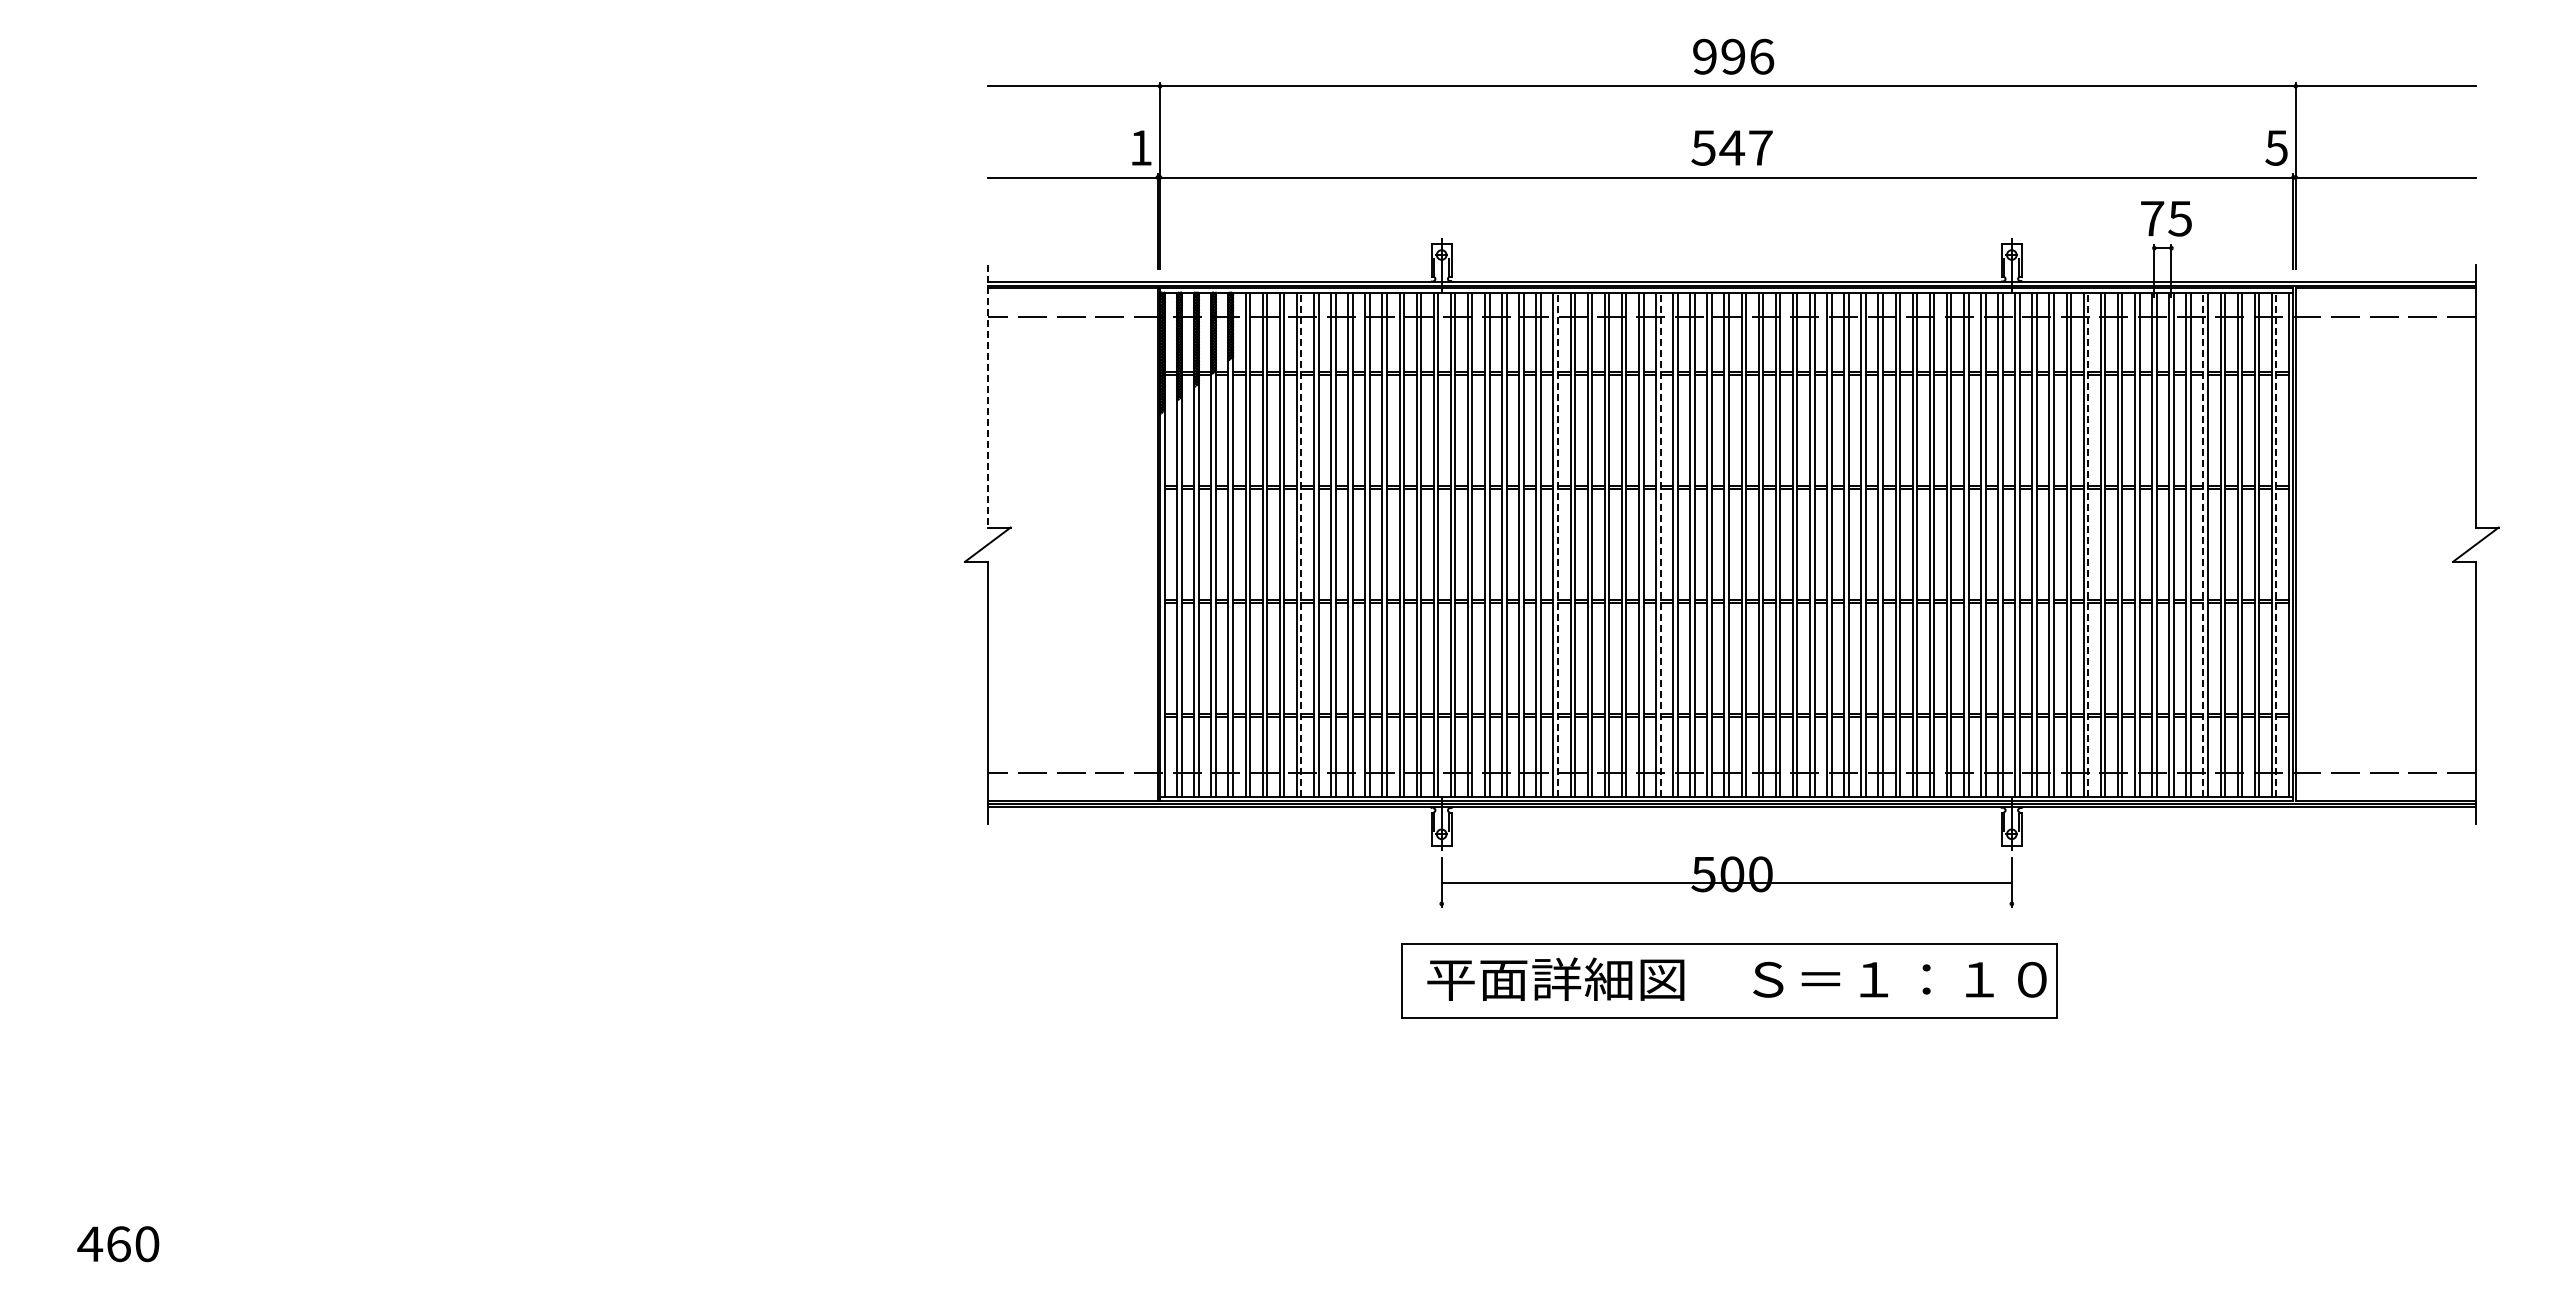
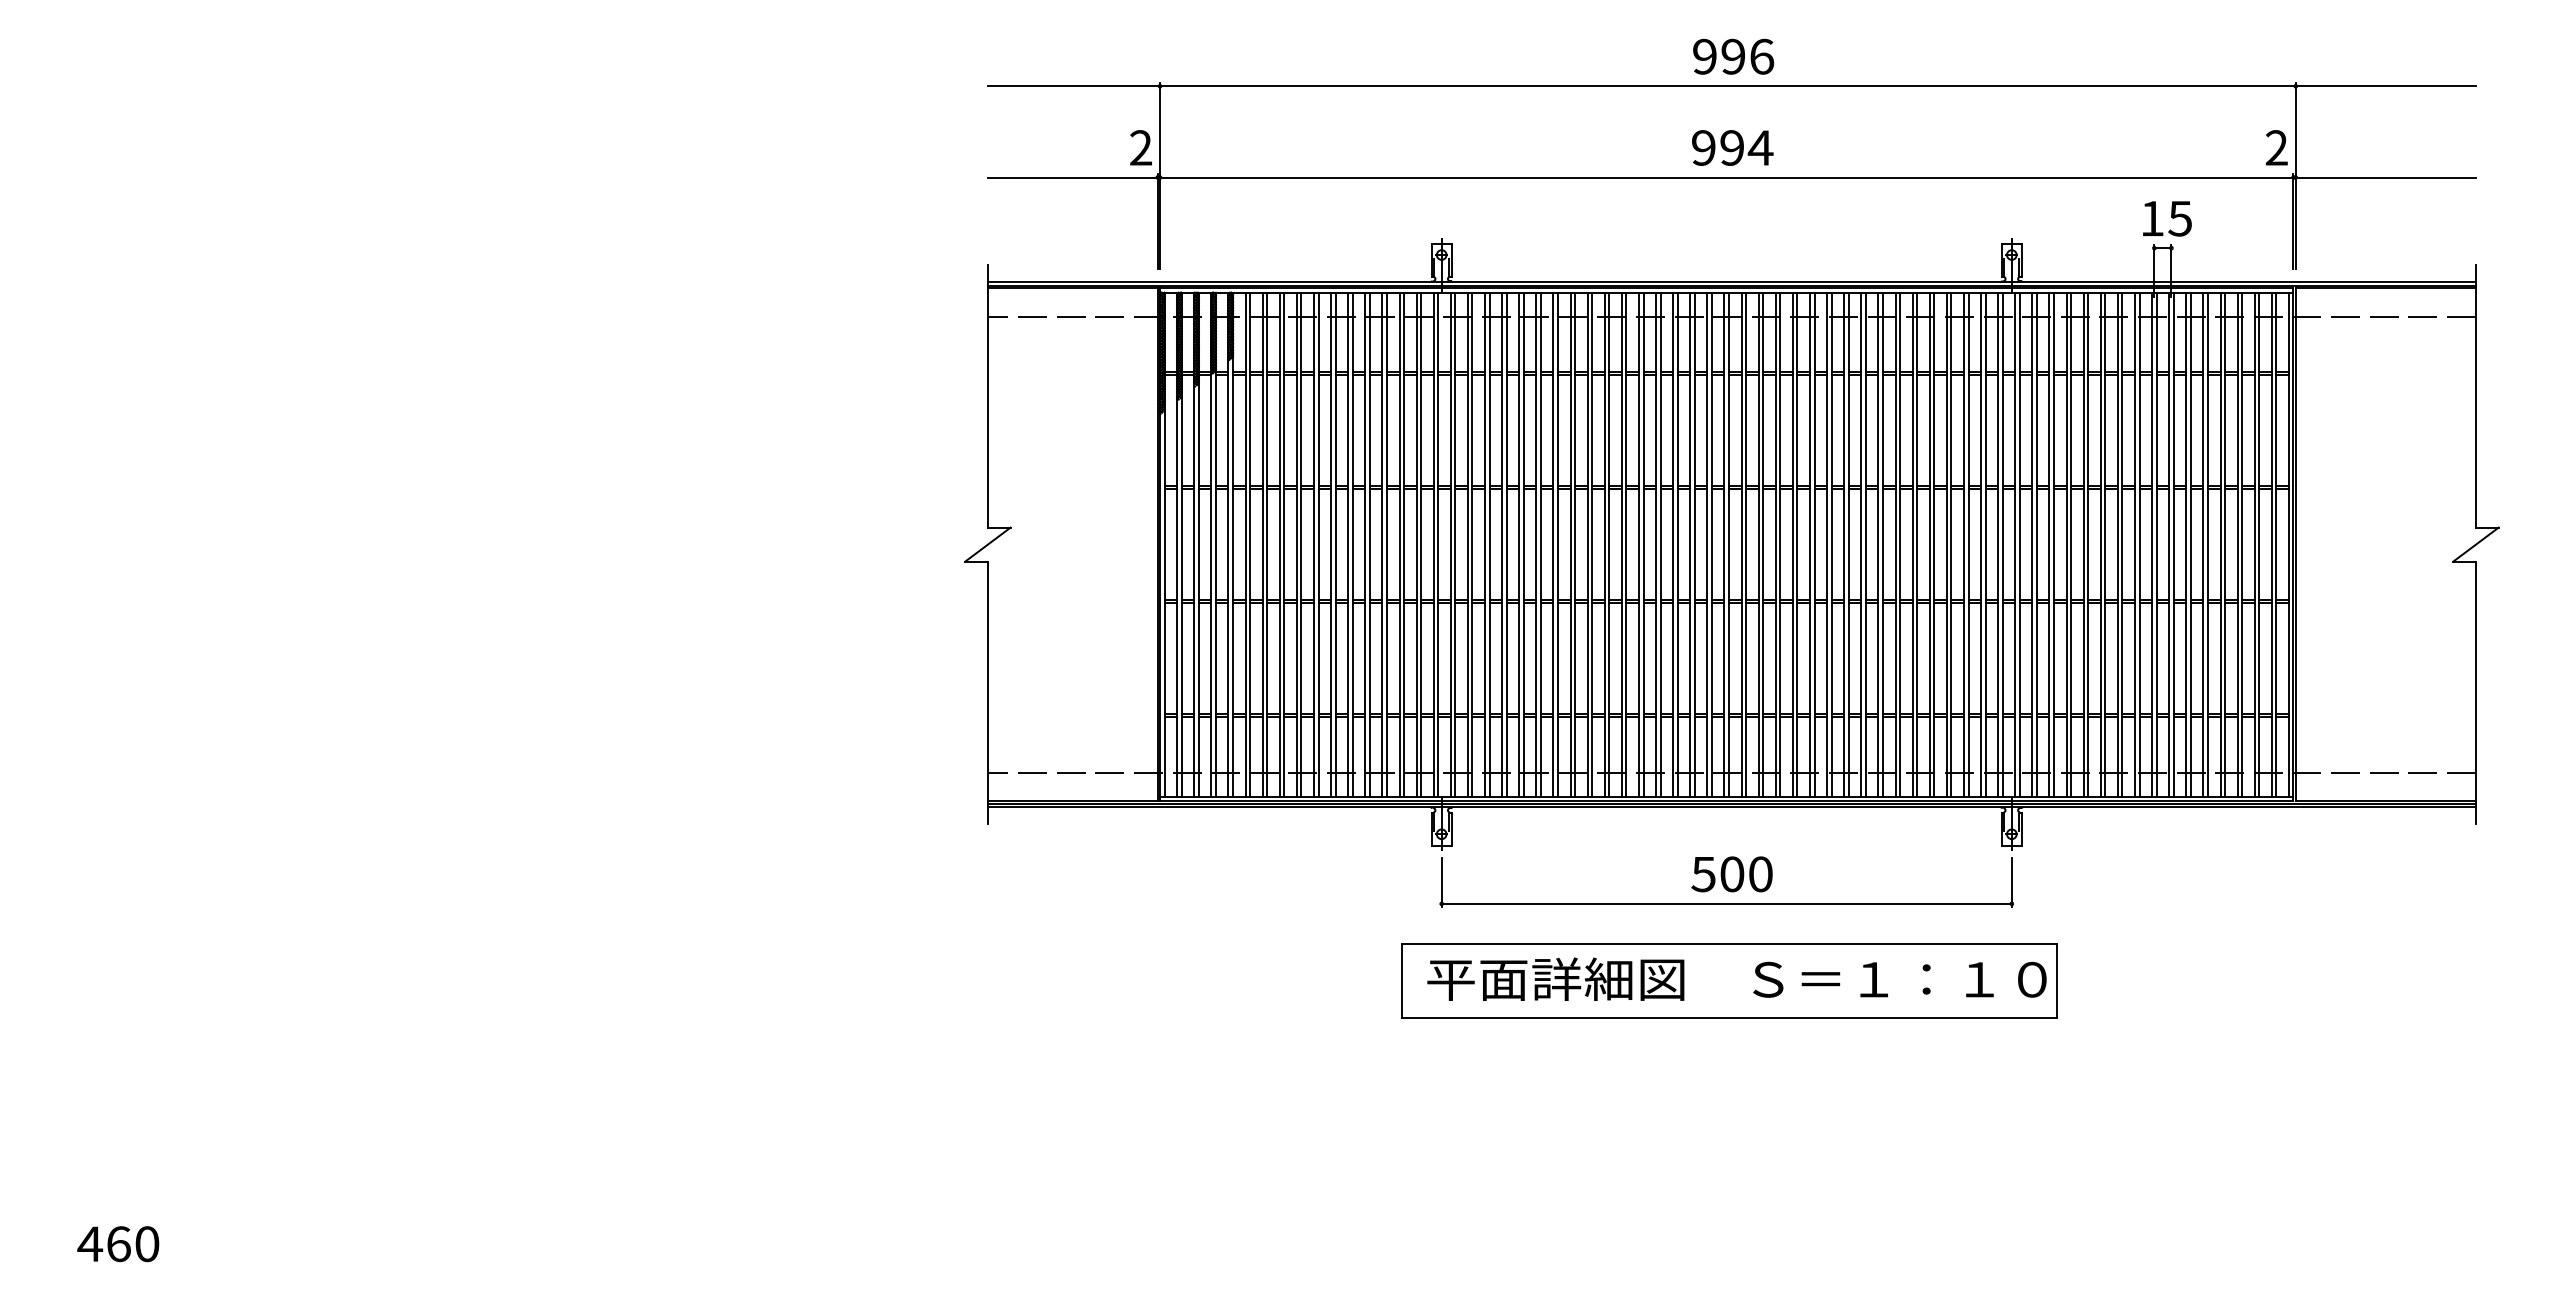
text at (1140, 147): 1 -> 2
text at (1732, 147): 547 -> 994
text at (2276, 147): 5 -> 2
text at (2152, 218): 75 -> 15
line at (987, 396): dashed -> solid
line at (1301, 544): dashed -> solid
line at (1558, 544): dashed -> solid
line at (1660, 544): dashed -> solid
line at (2088, 544): dashed -> solid
line at (2203, 544): dashed -> solid
line at (2276, 544): dashed -> solid
line at (1726, 882) position: (1726, 882) -> (1726, 903)
